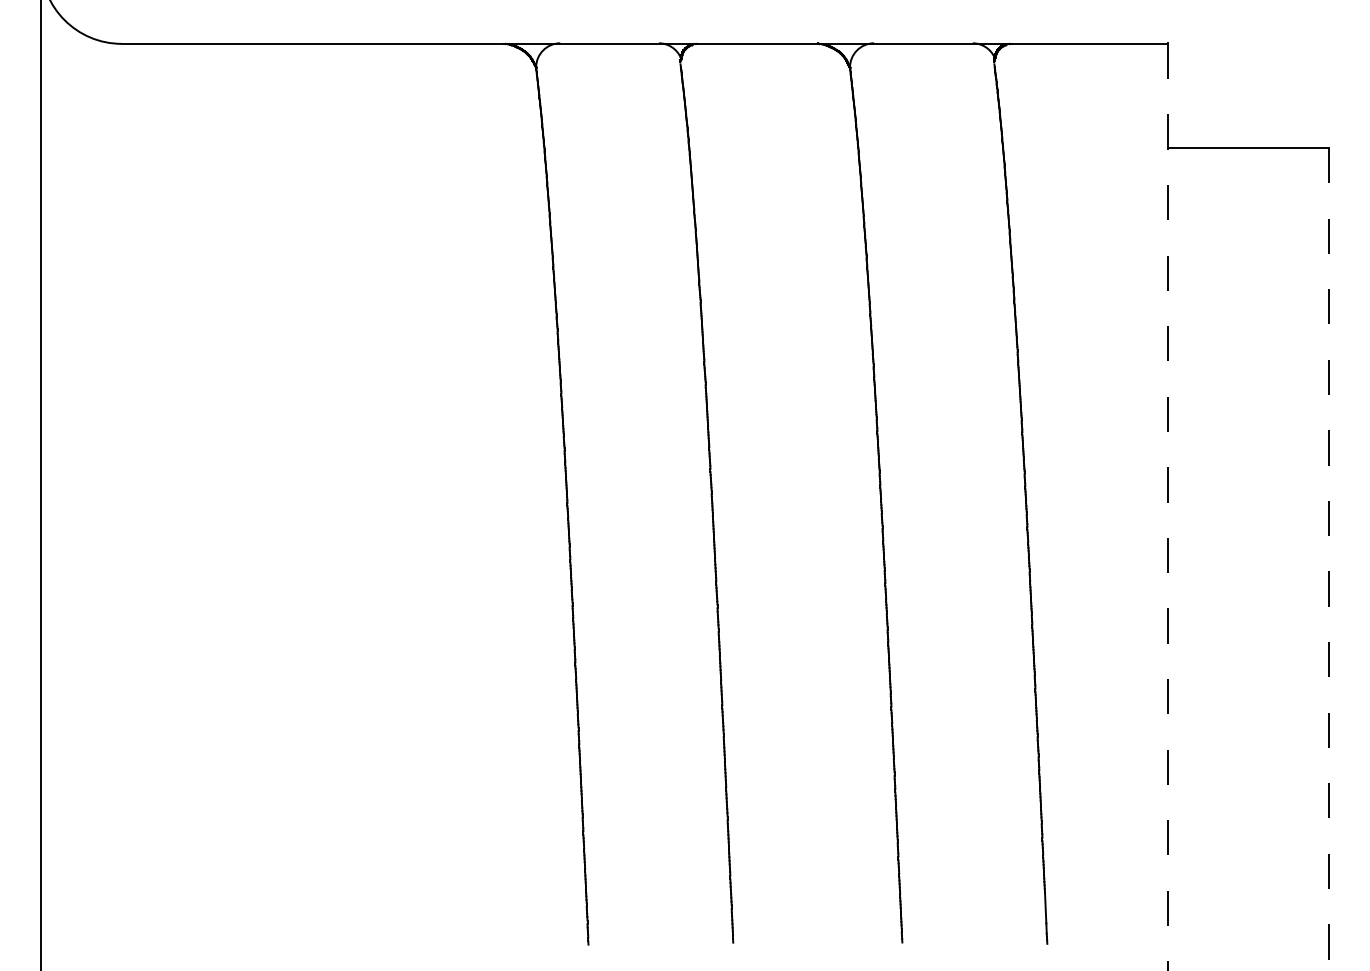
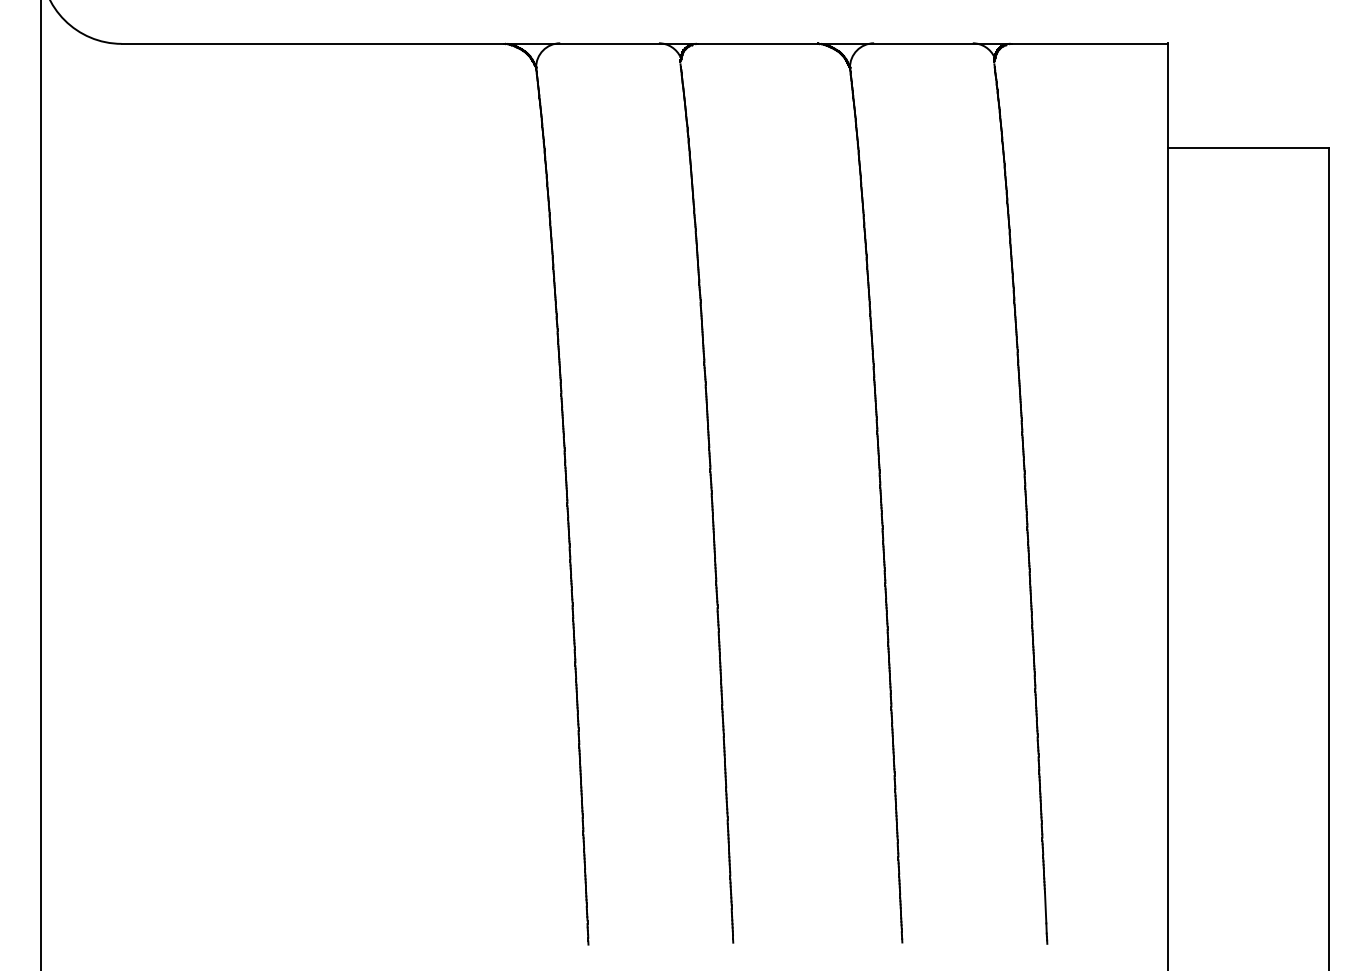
line at (1167, 507): dashed -> solid
line at (1328, 559): dashed -> solid
